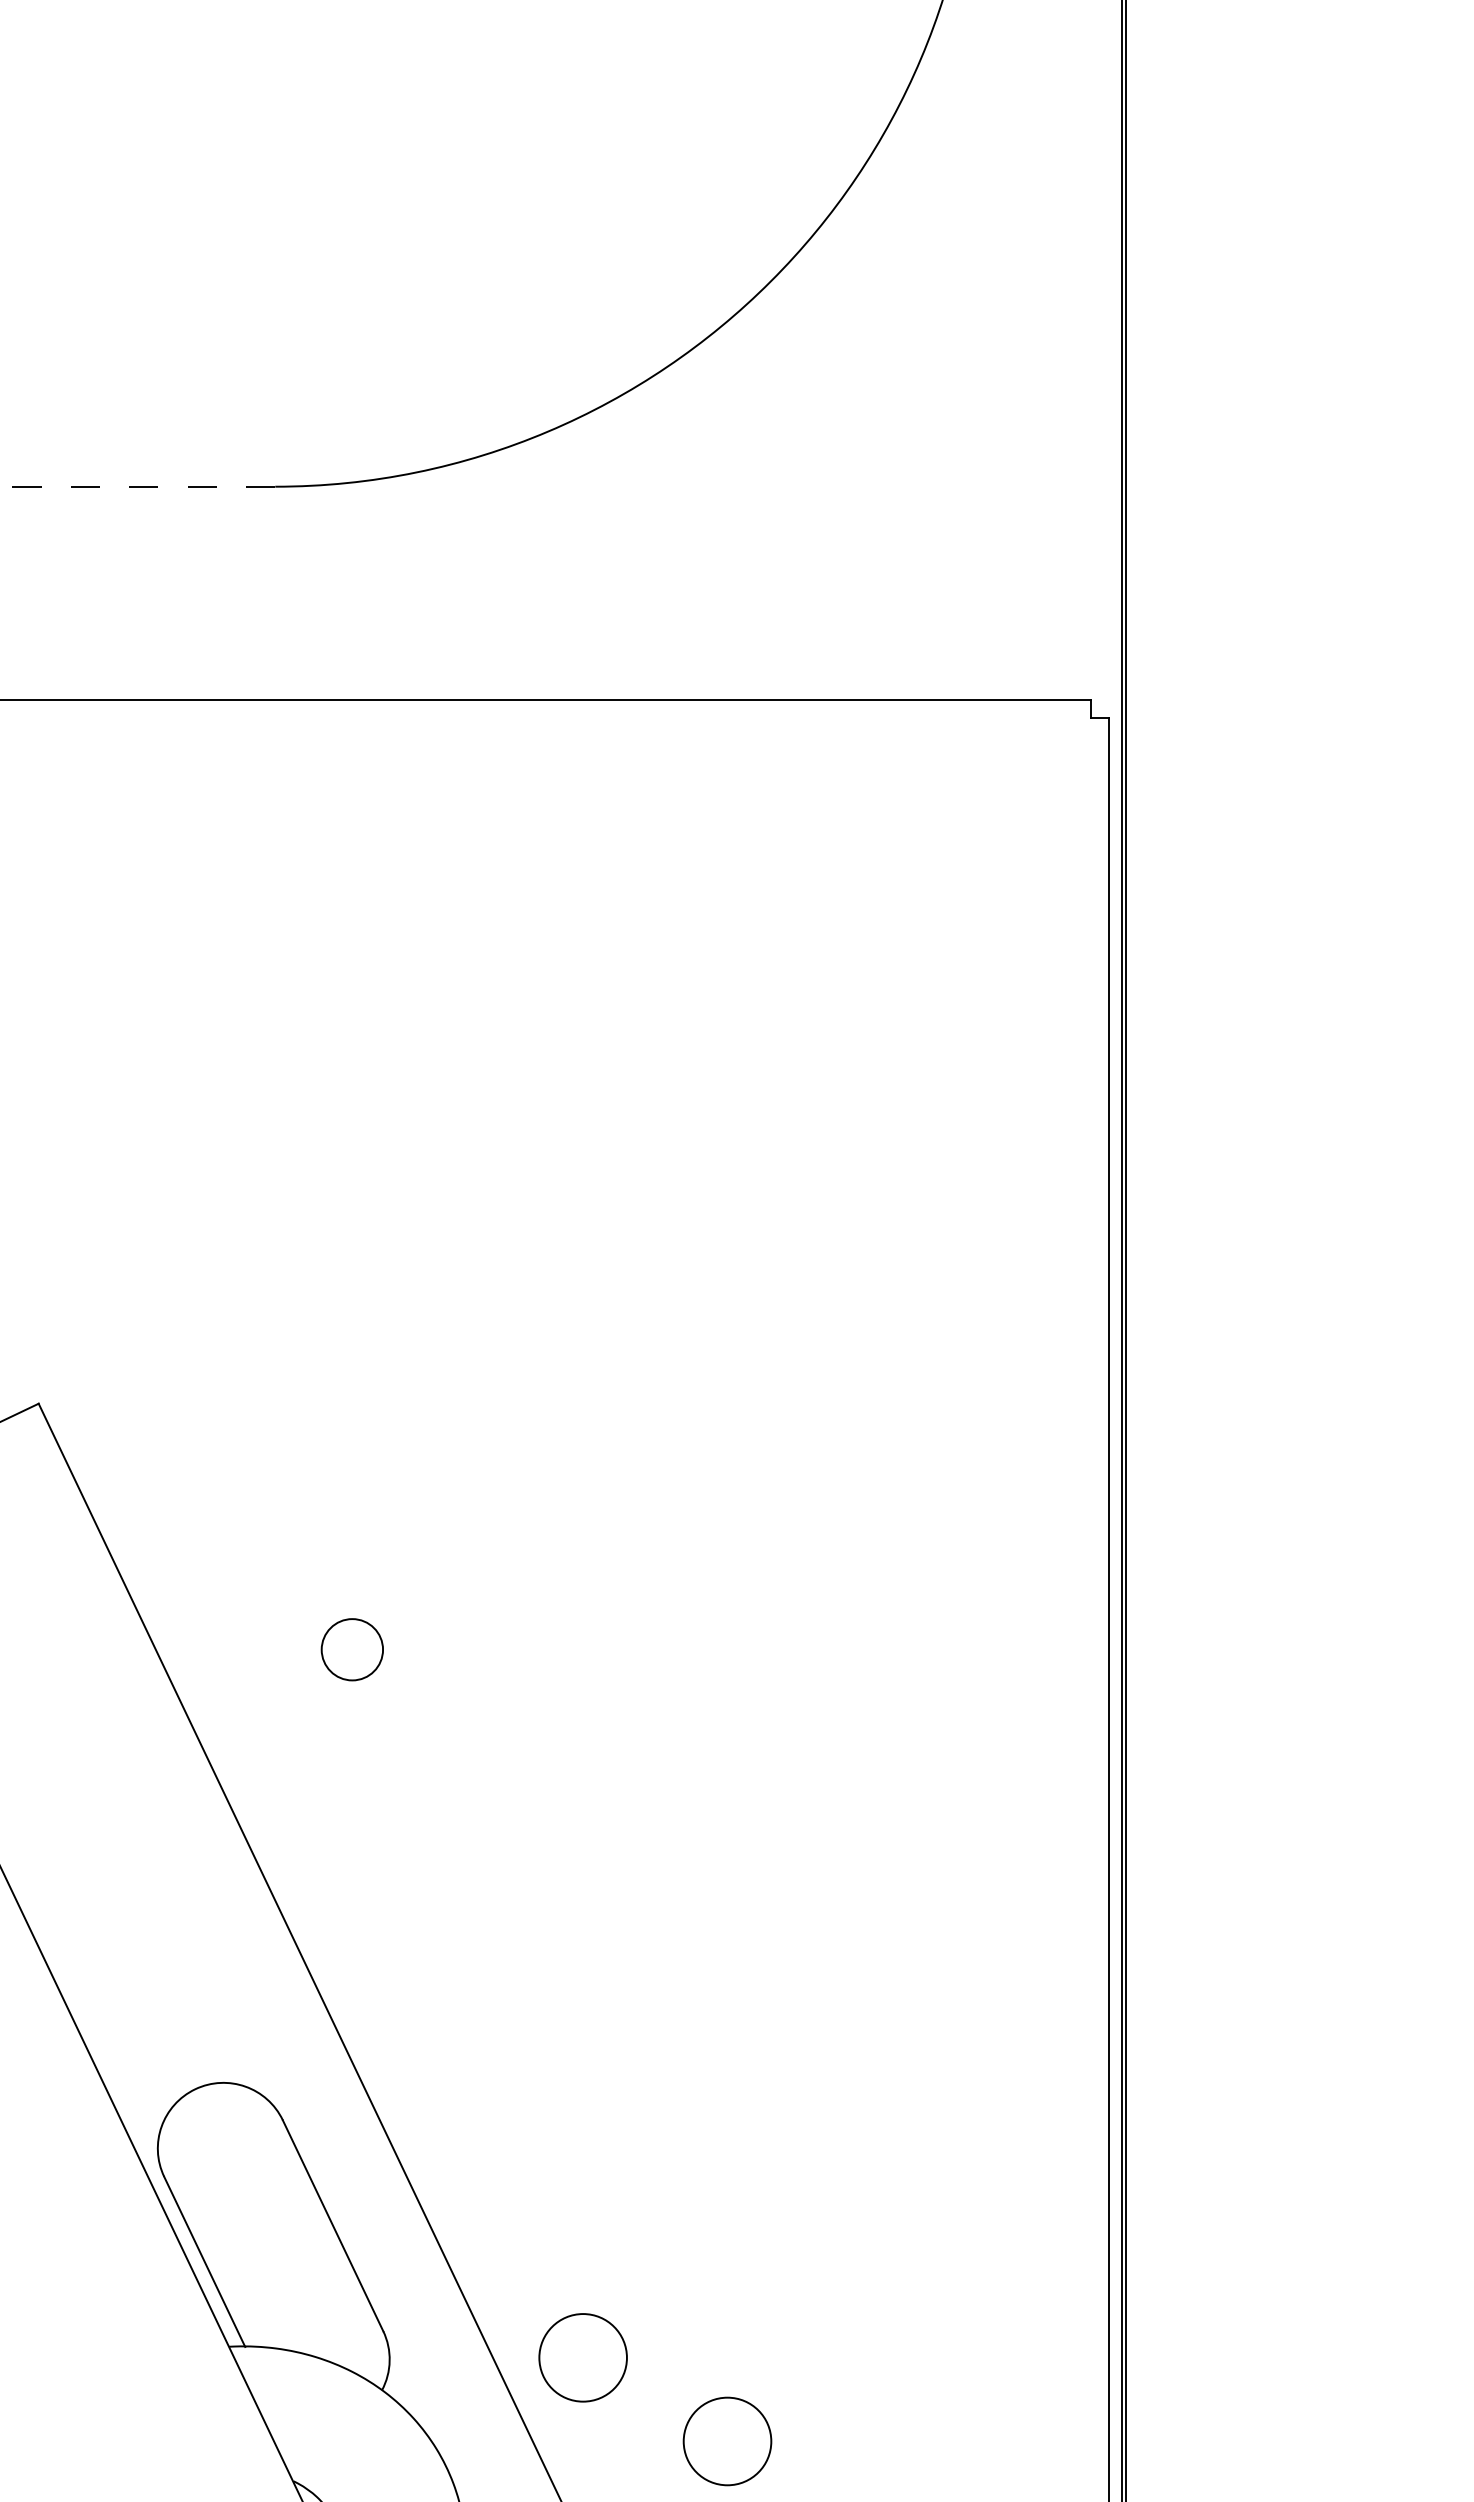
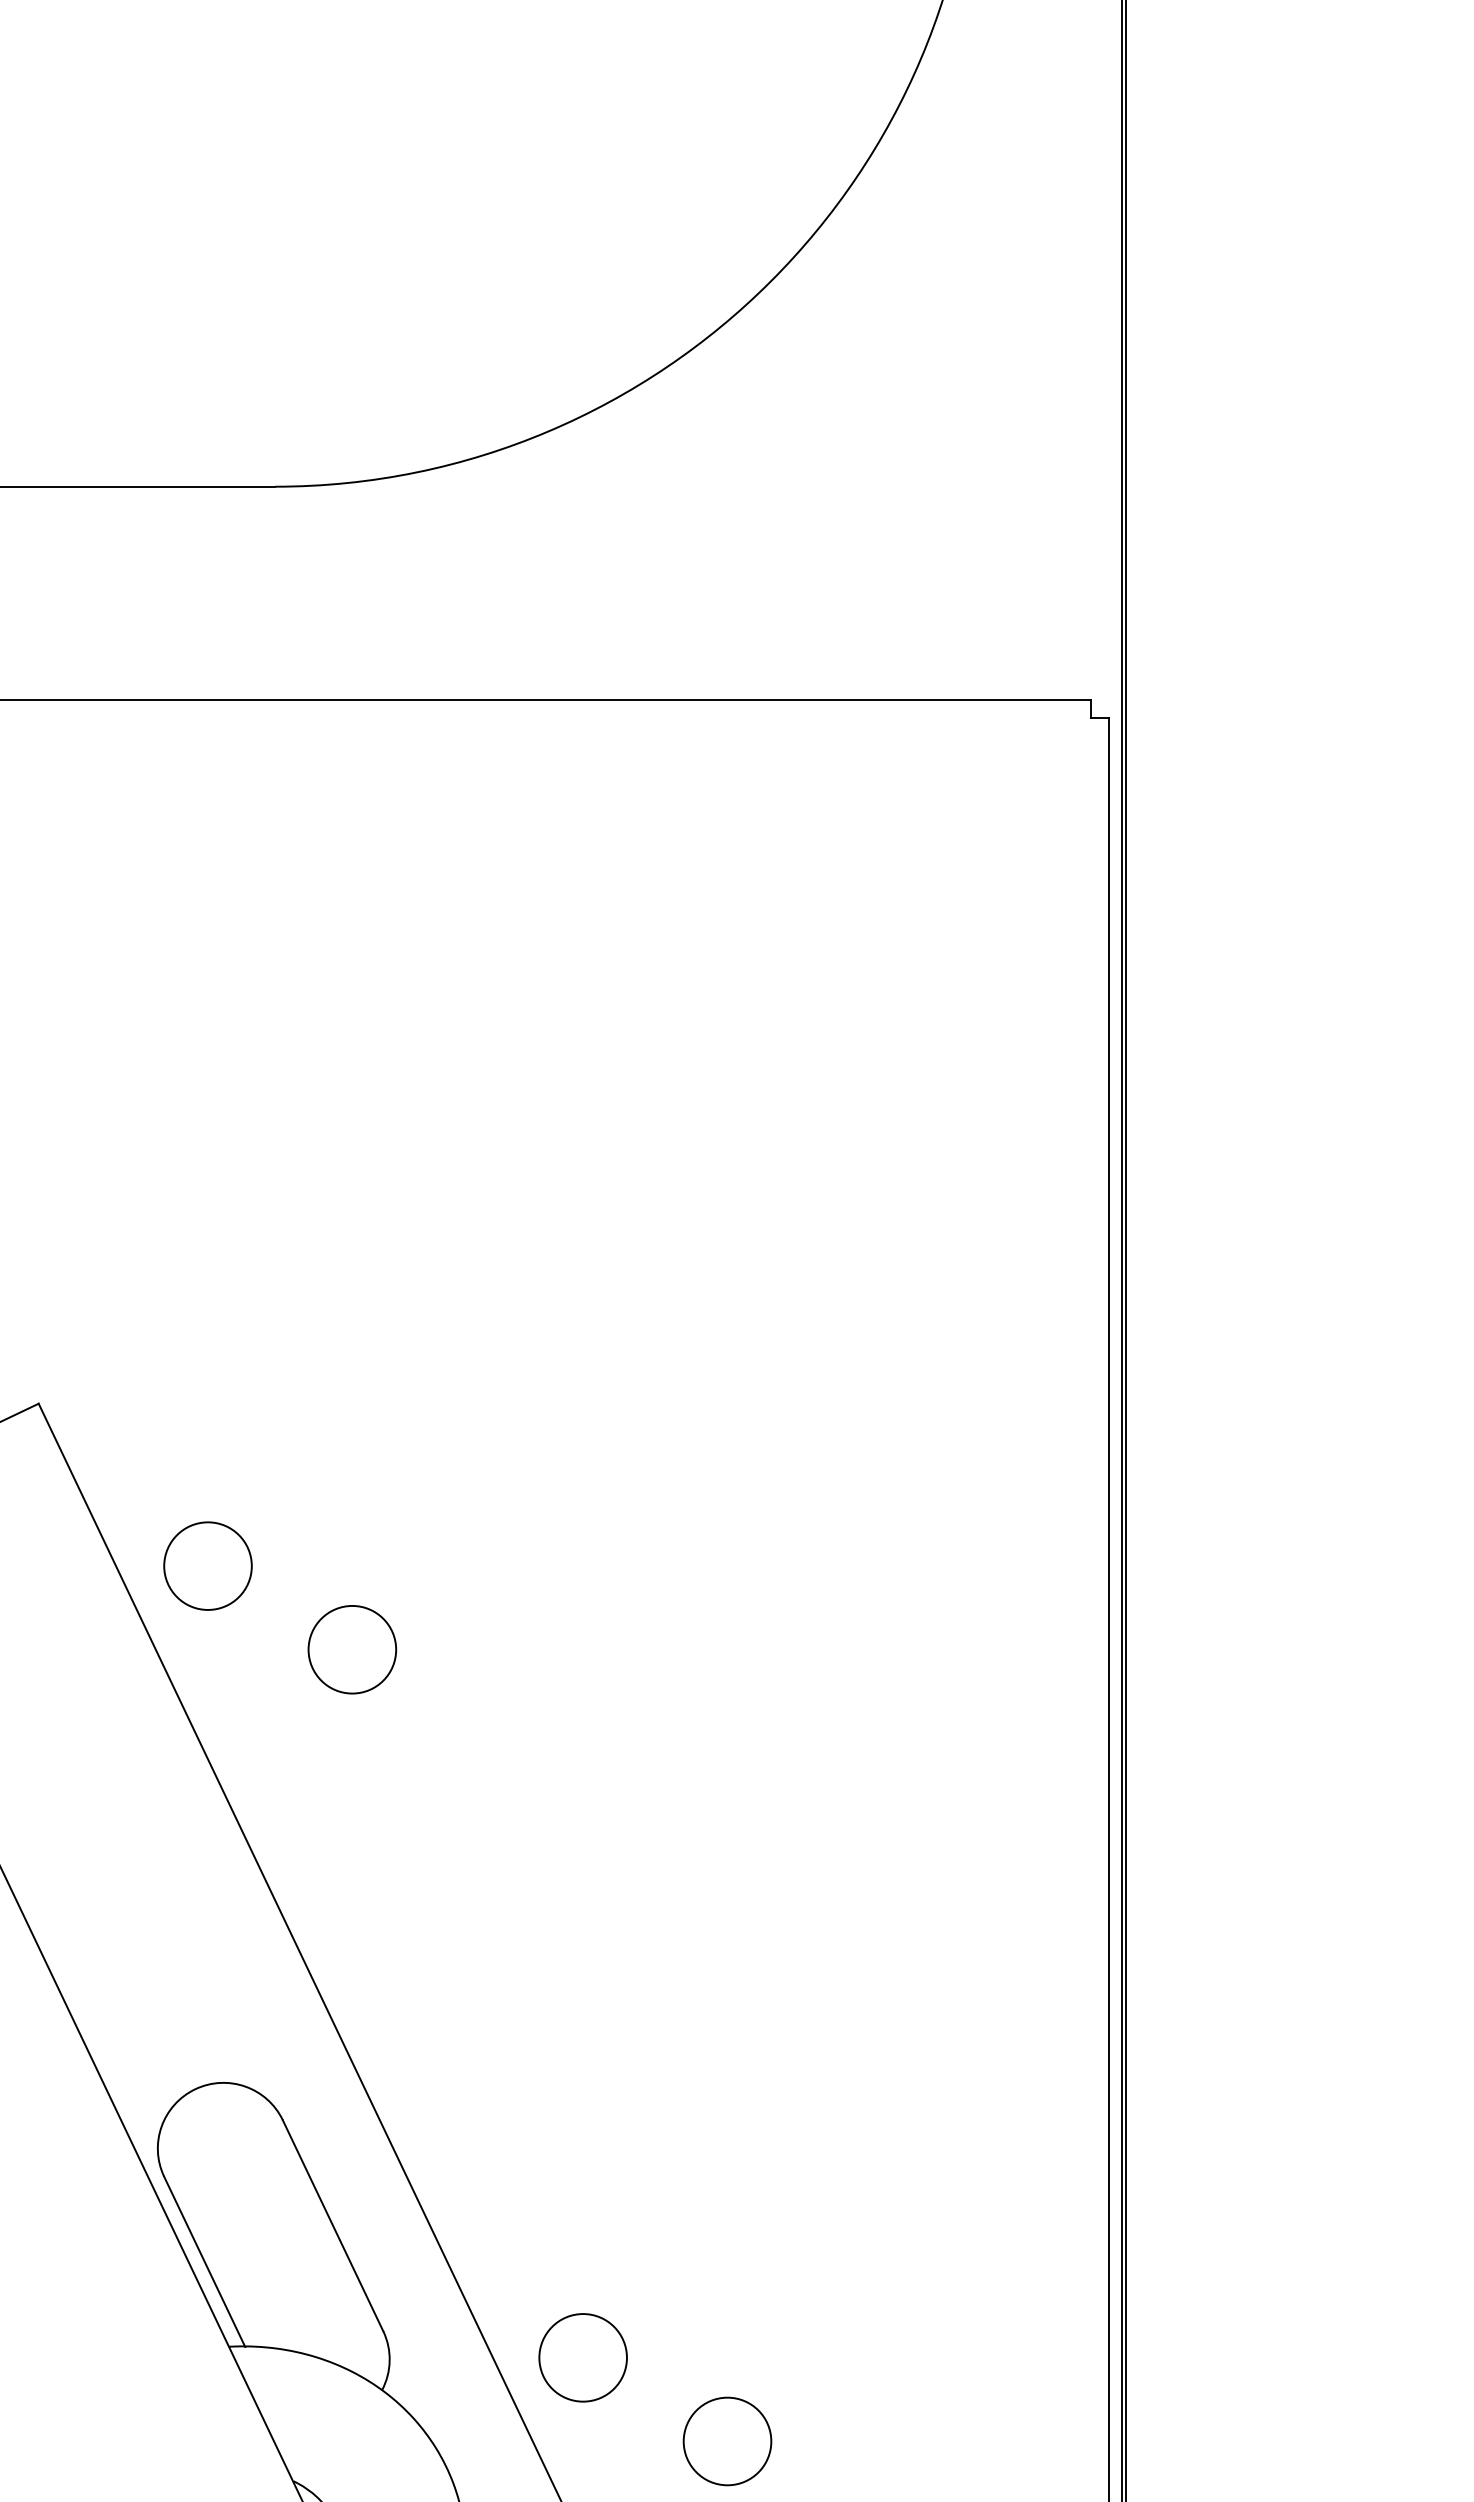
line at (137, 486): dashed -> solid
circle at (207, 1565): none -> present
circle at (352, 1649) diameter: 61 px -> 88 px
